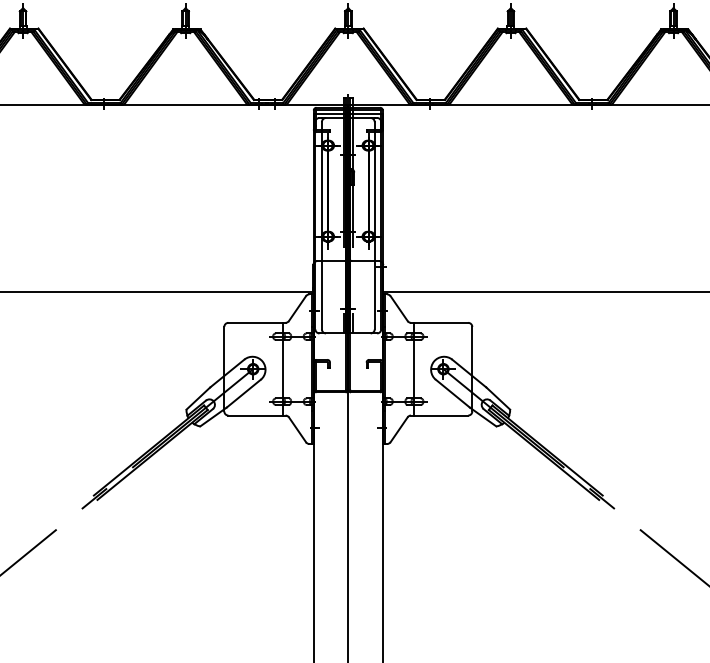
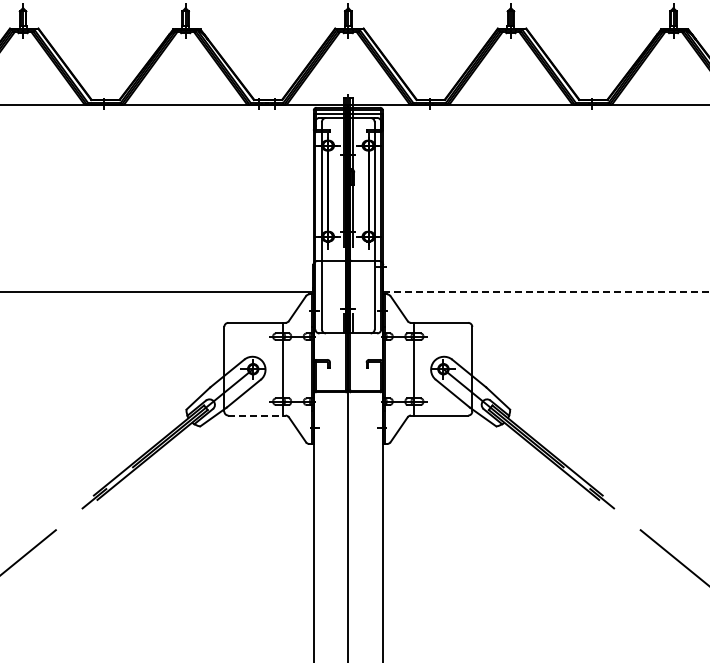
line at (546, 291): solid -> dashed
line at (256, 415): solid -> dashed
